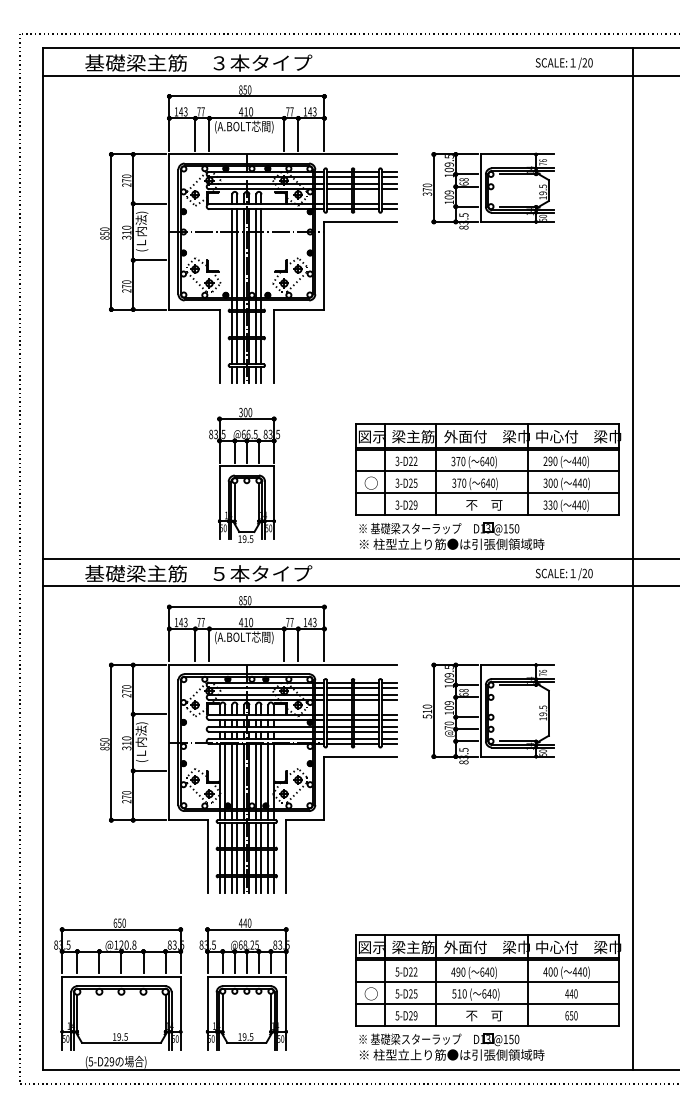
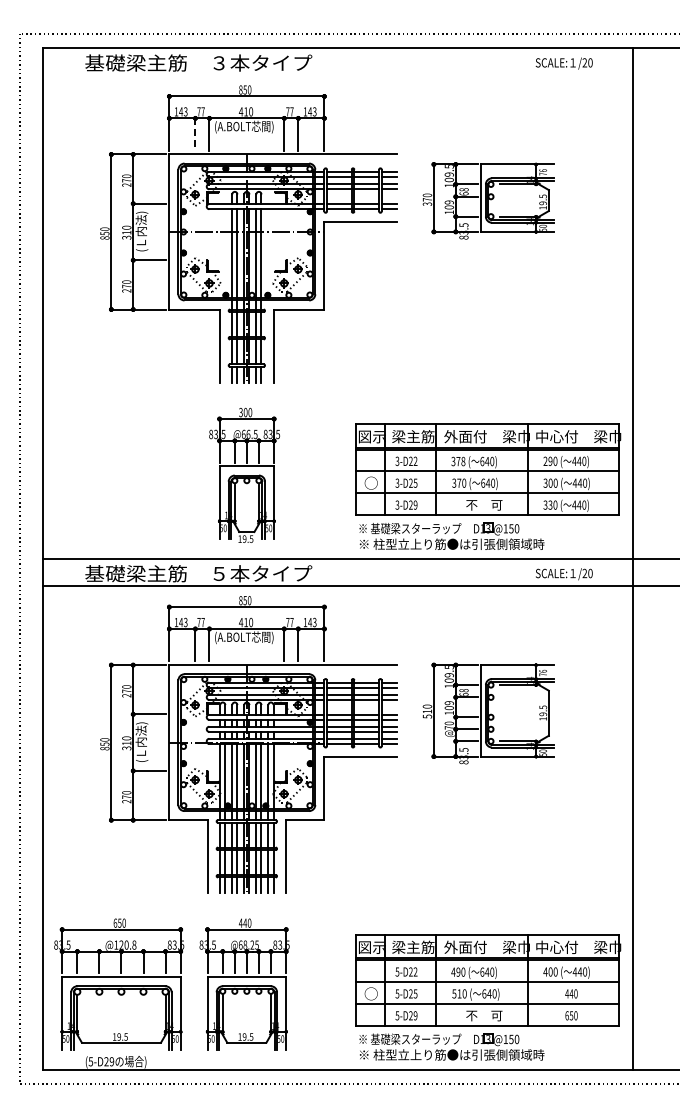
line at (359, 75): present -> none
line at (195, 135): solid -> dashed
part at (488, 190) position: (488, 190) -> (488, 200)
text at (463, 461): 370 -> 378
